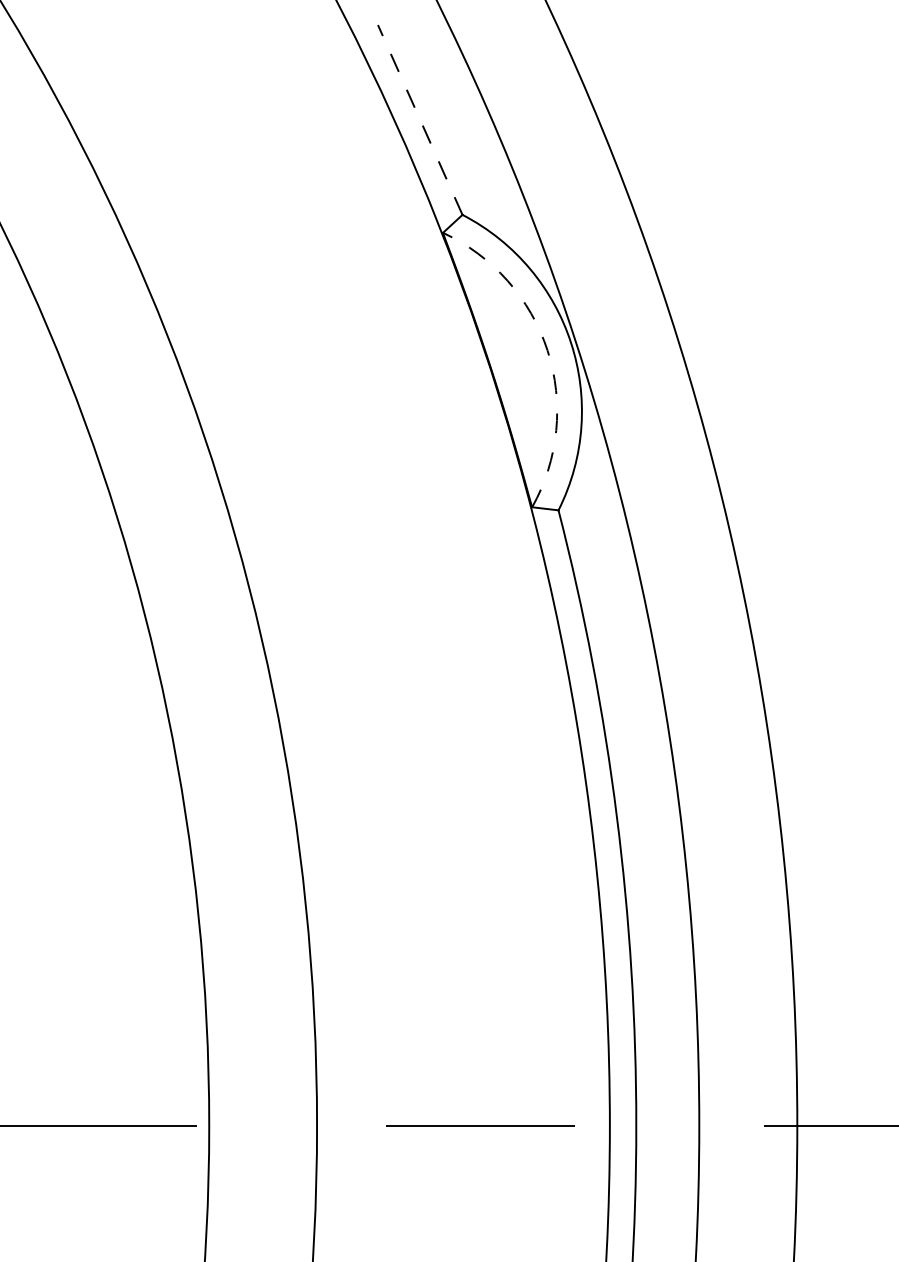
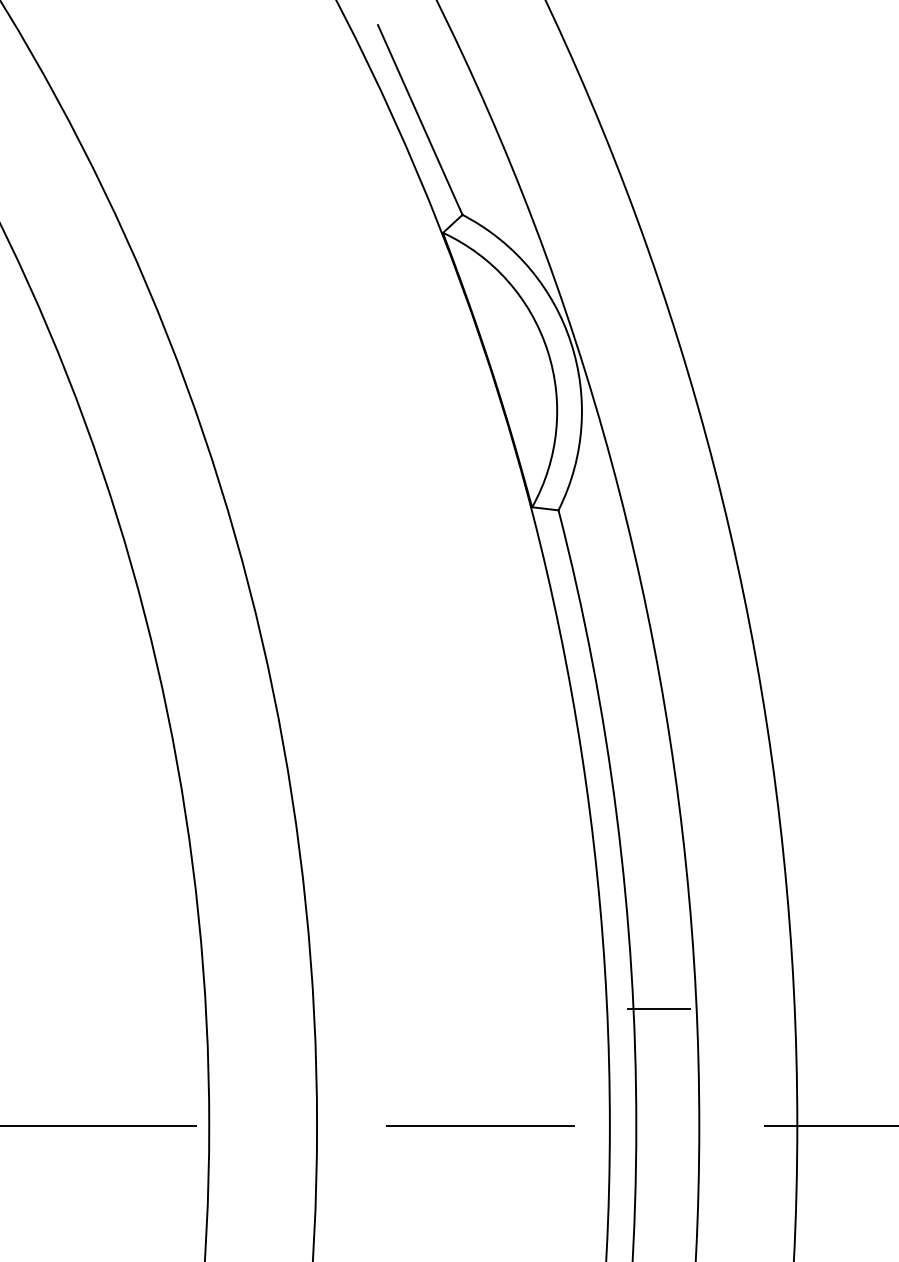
line at (420, 119): dashed -> solid
arc at (547, 350): dashed -> solid
line at (659, 1008): none -> present
